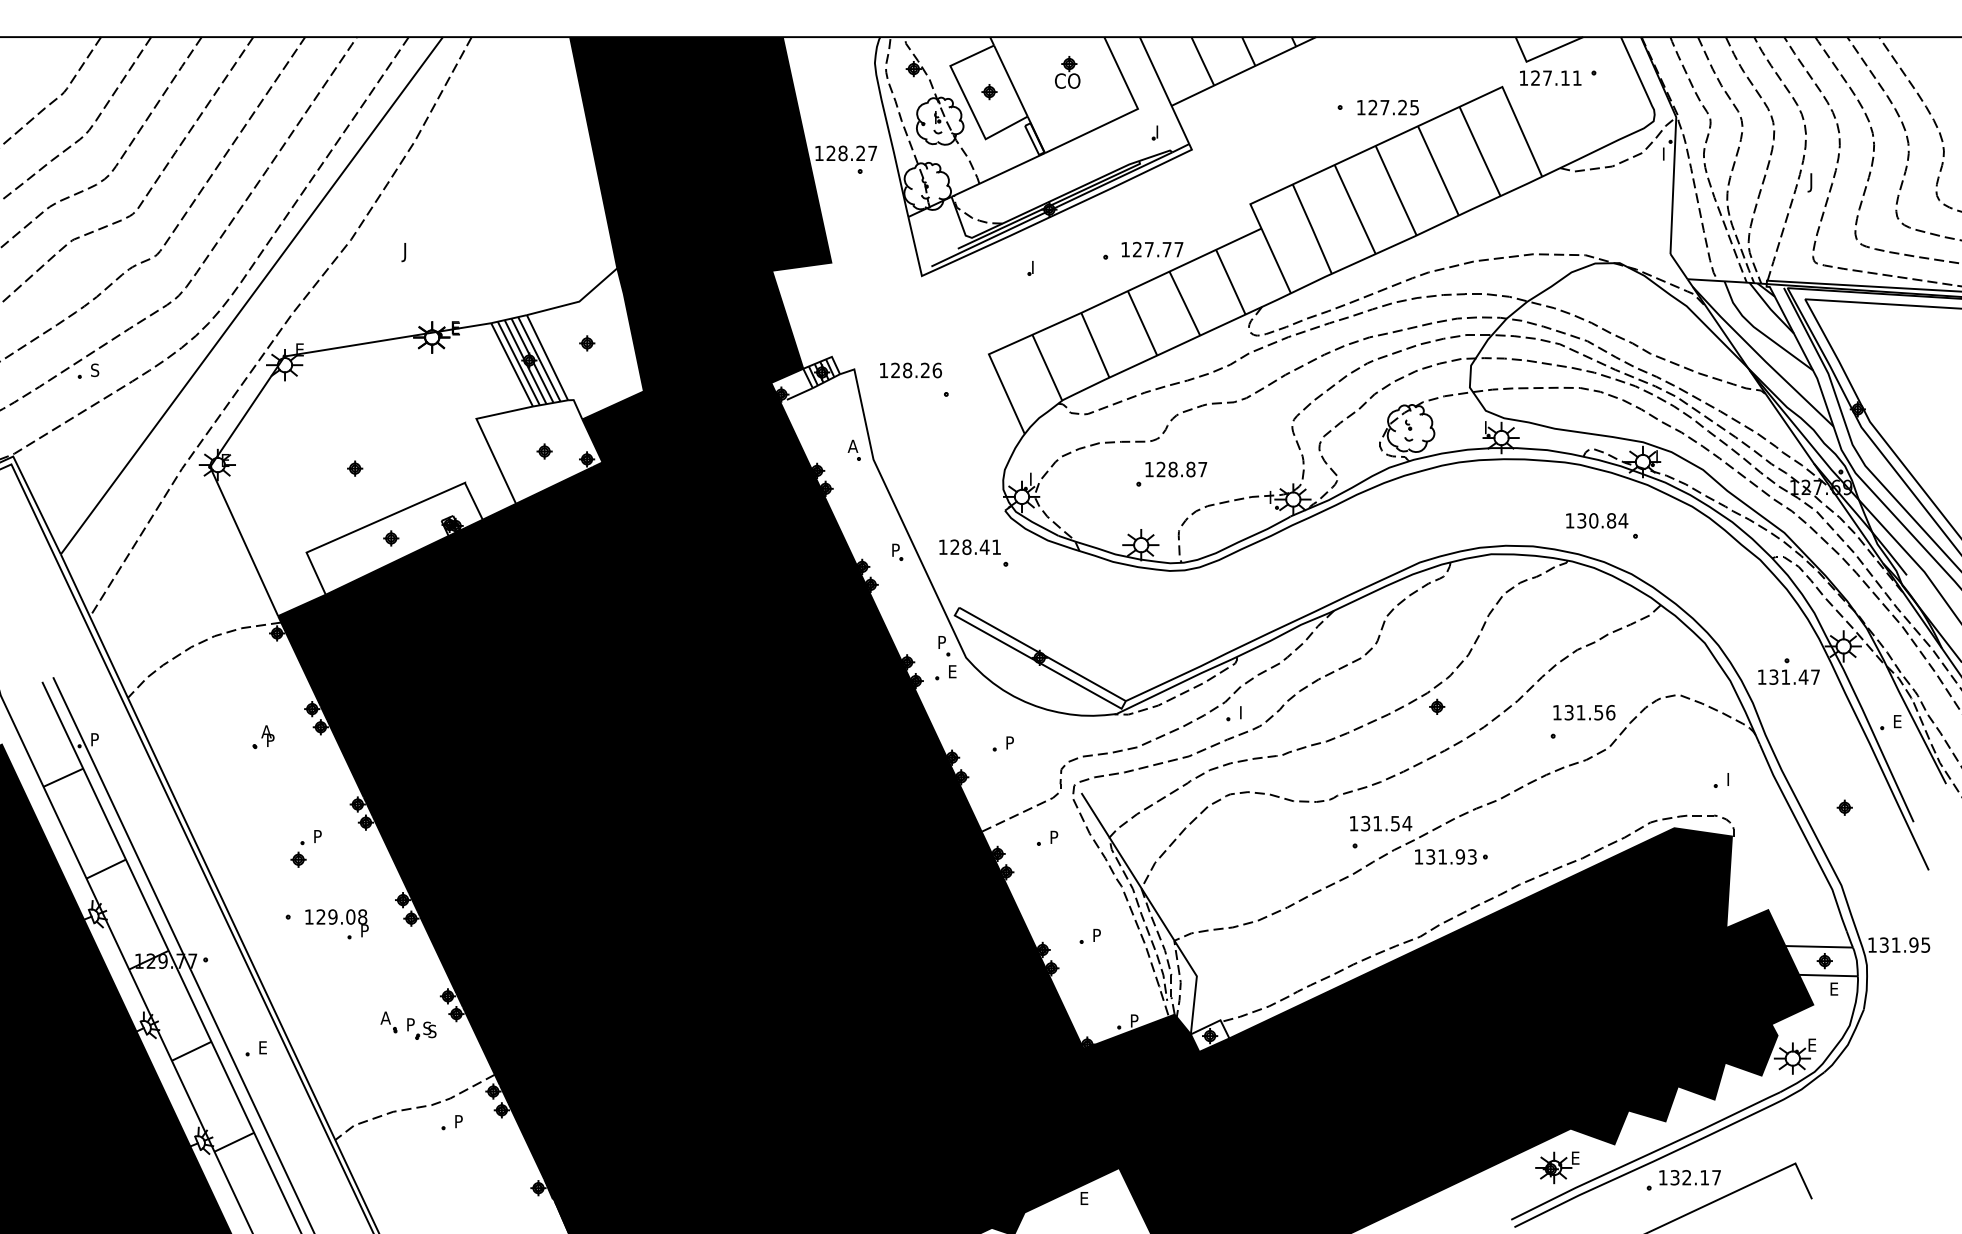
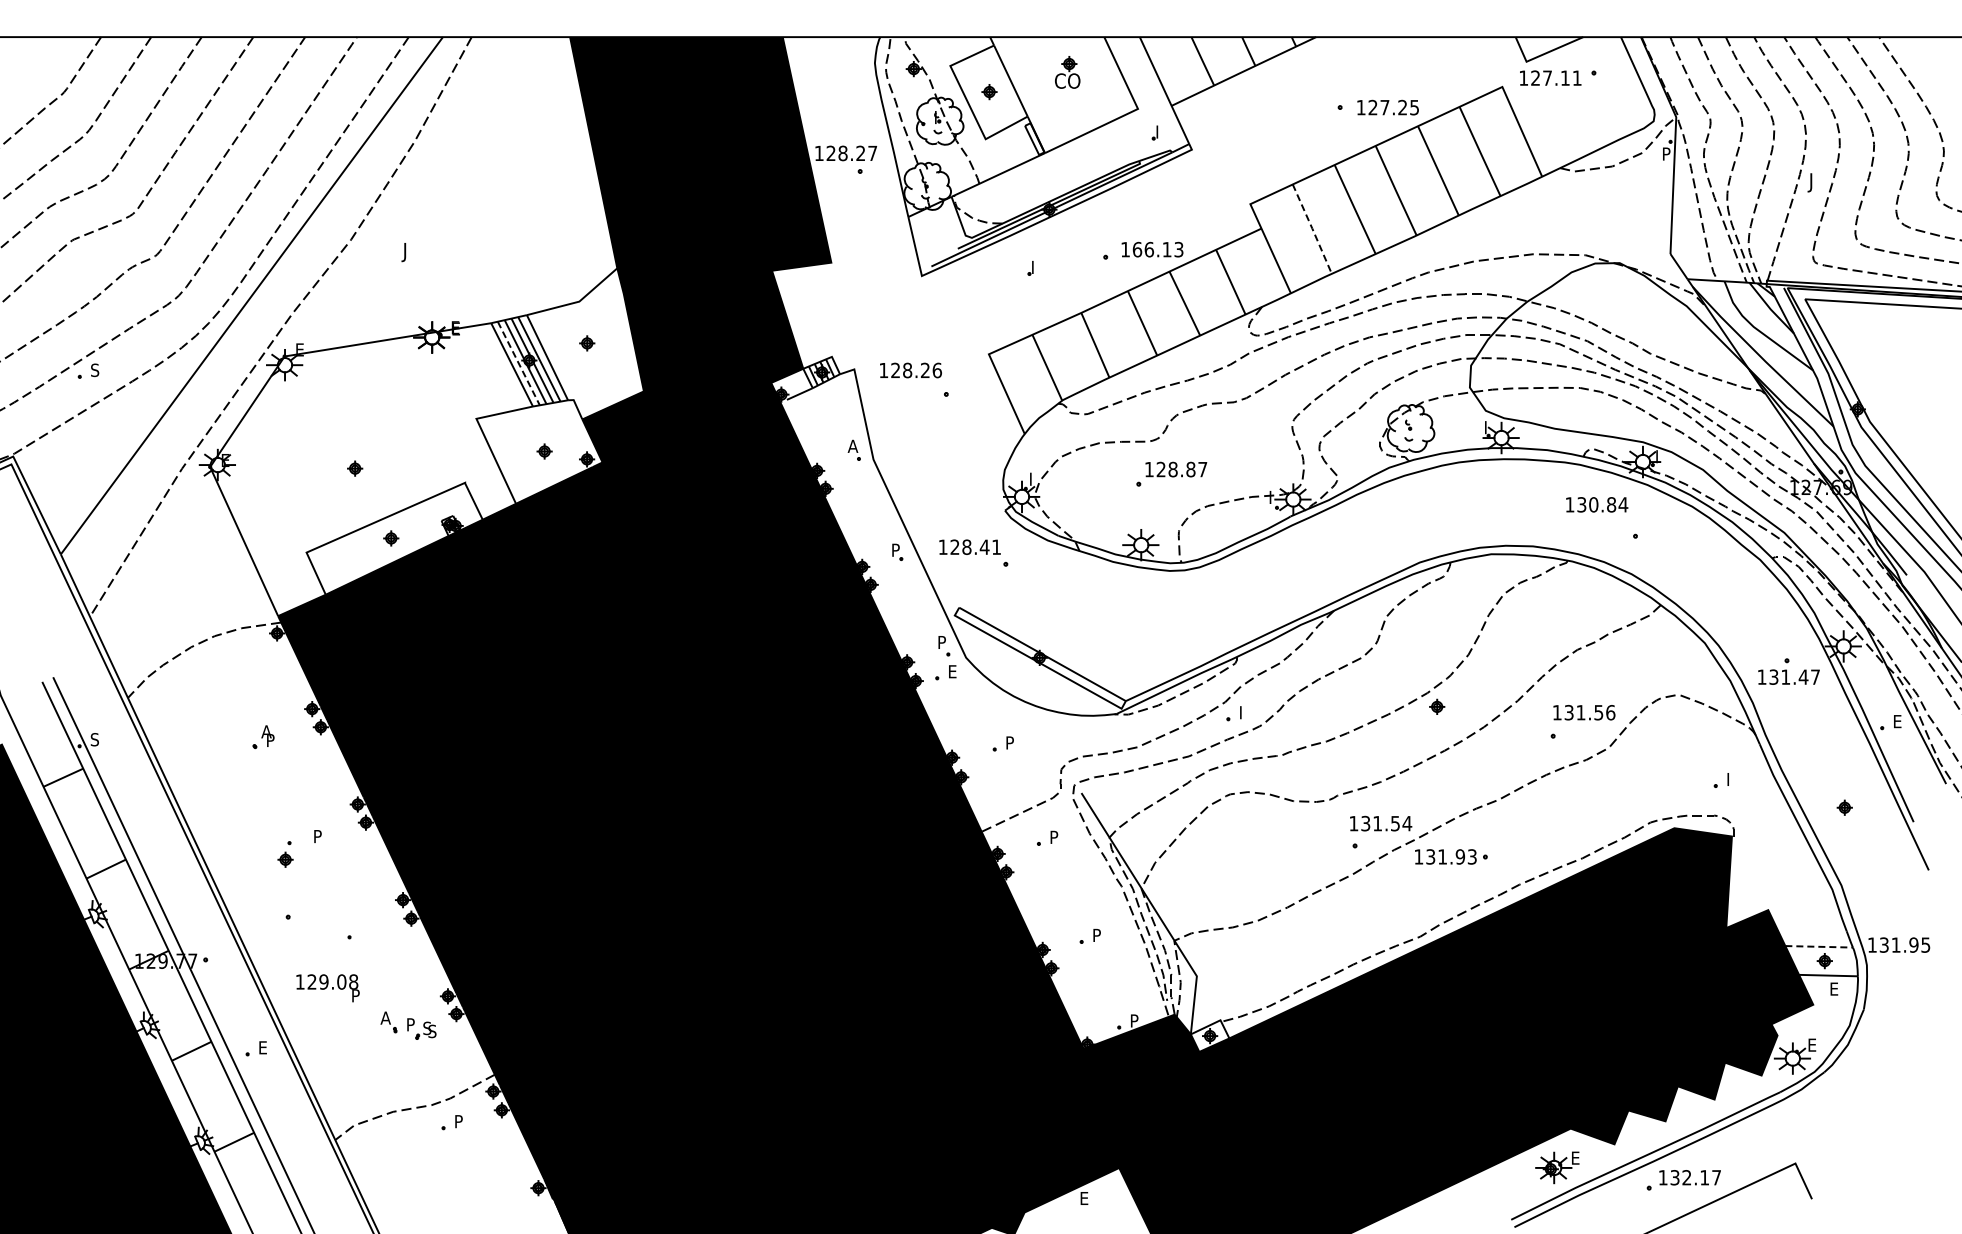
text at (1667, 151): I -> P
line at (1312, 228): solid -> dashed
text at (1157, 249): 127.77 -> 166.13
line at (518, 363): solid -> dashed
text at (1597, 520) position: (1597, 520) -> (1597, 504)
text at (94, 739): P -> S
part at (298, 854) position: (298, 854) -> (285, 854)
text at (336, 923) position: (336, 923) -> (327, 988)
line at (1819, 946): solid -> dashed
